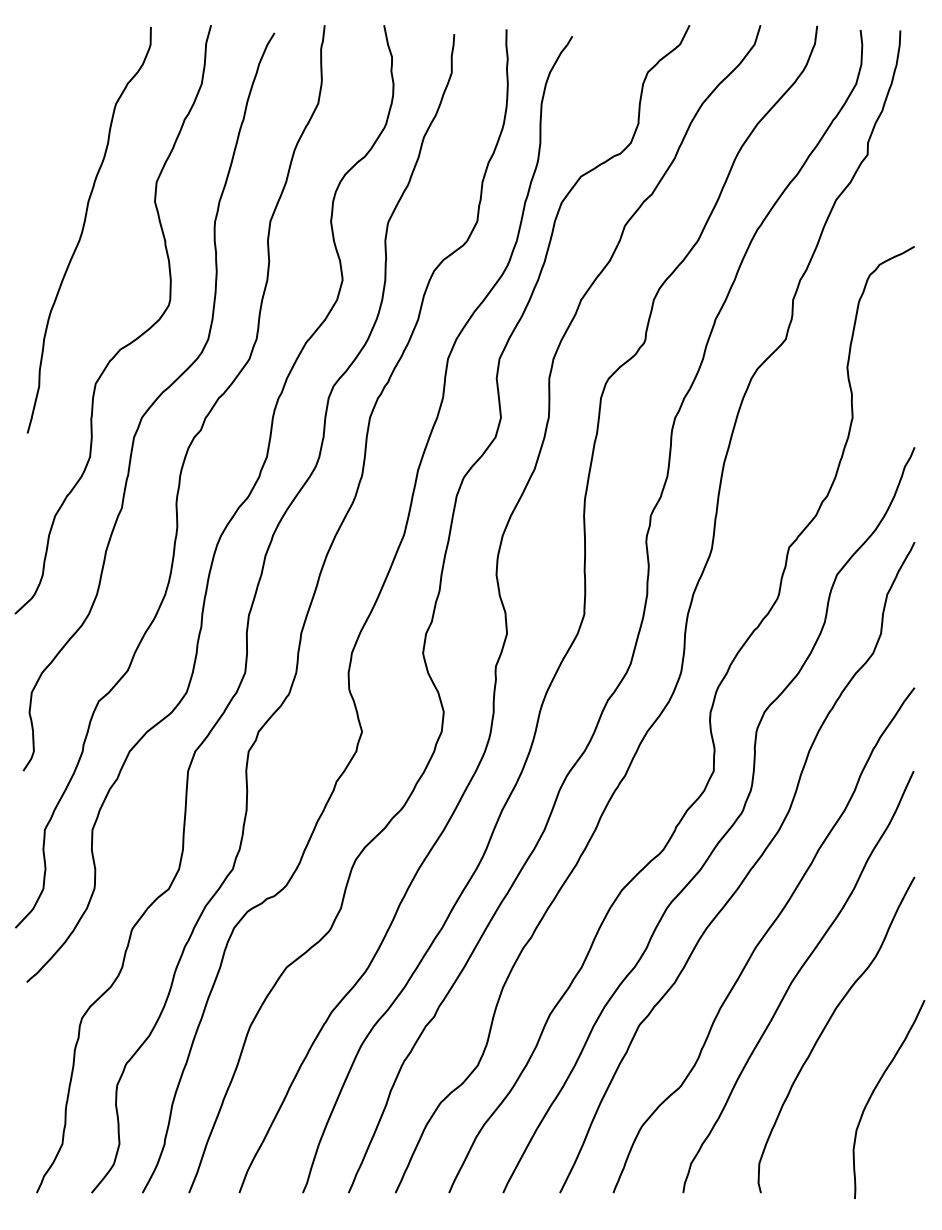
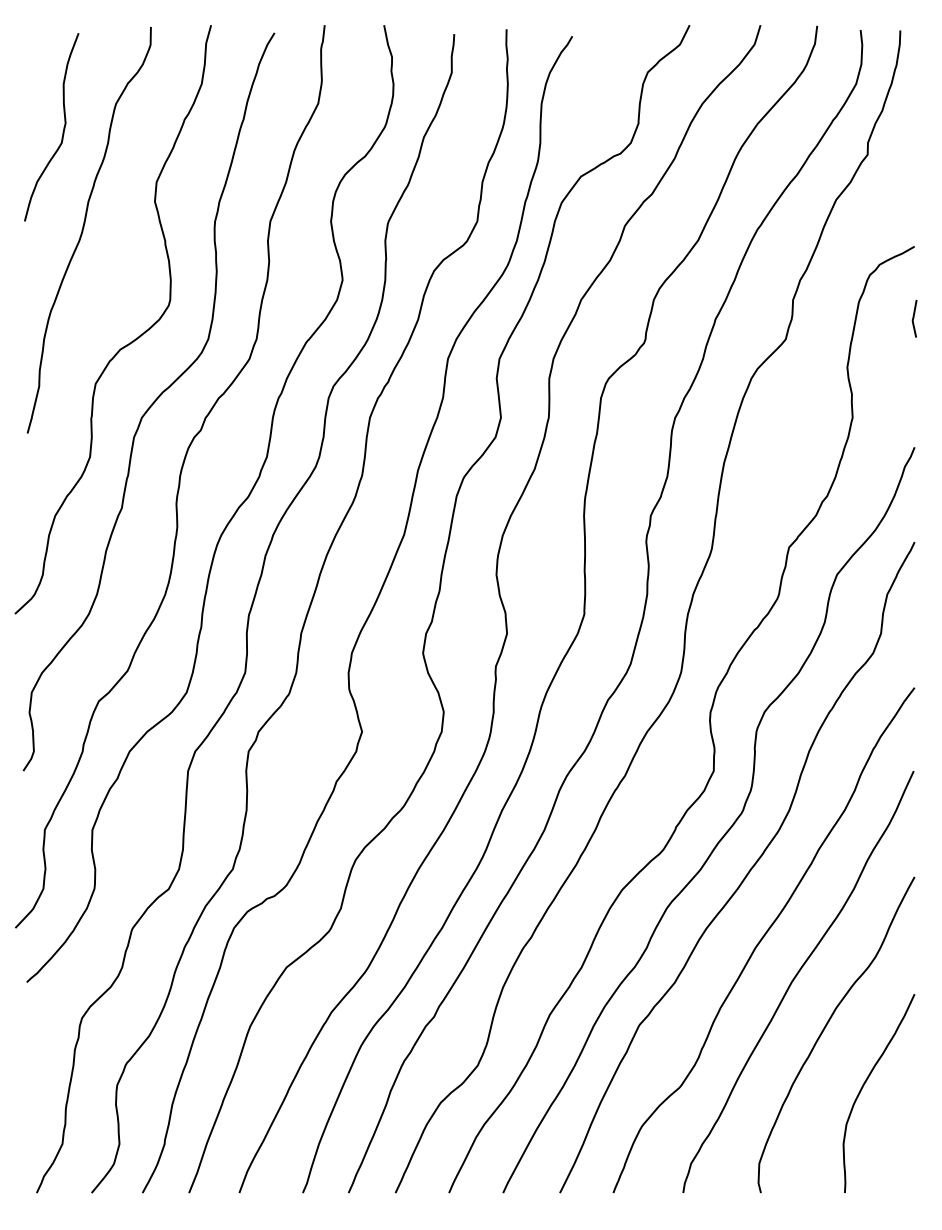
curve at (62, 131): none -> present
line at (914, 318): none -> present
curve at (874, 1091) position: (874, 1091) -> (864, 1085)
